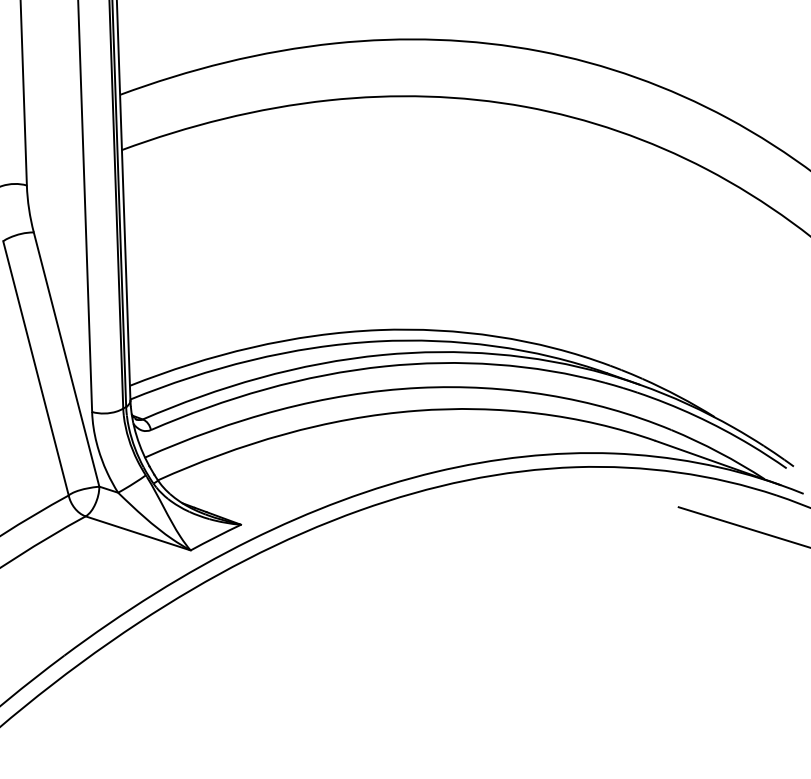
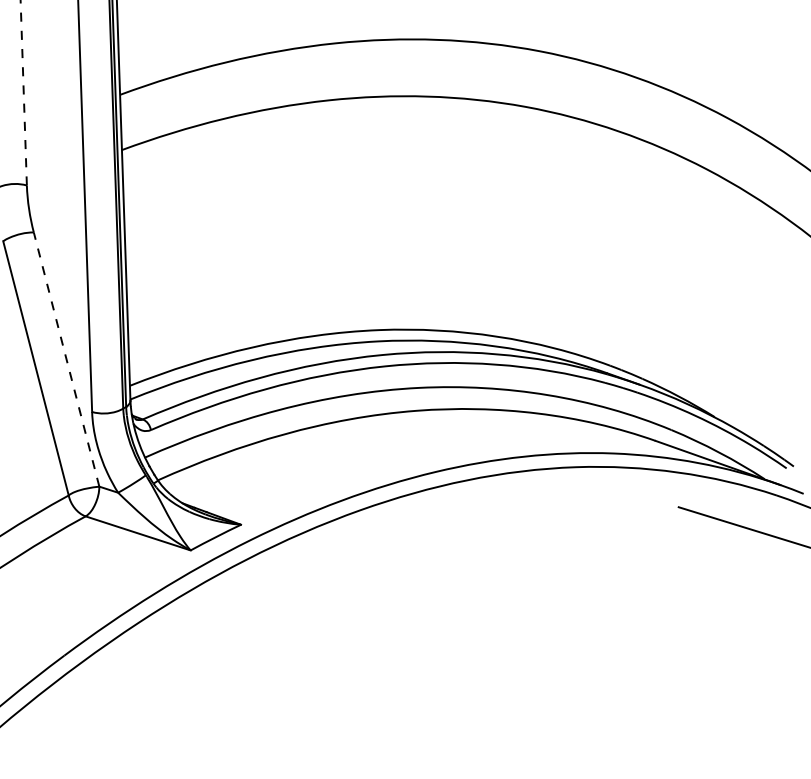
line at (23, 92): solid -> dashed
line at (66, 359): solid -> dashed
